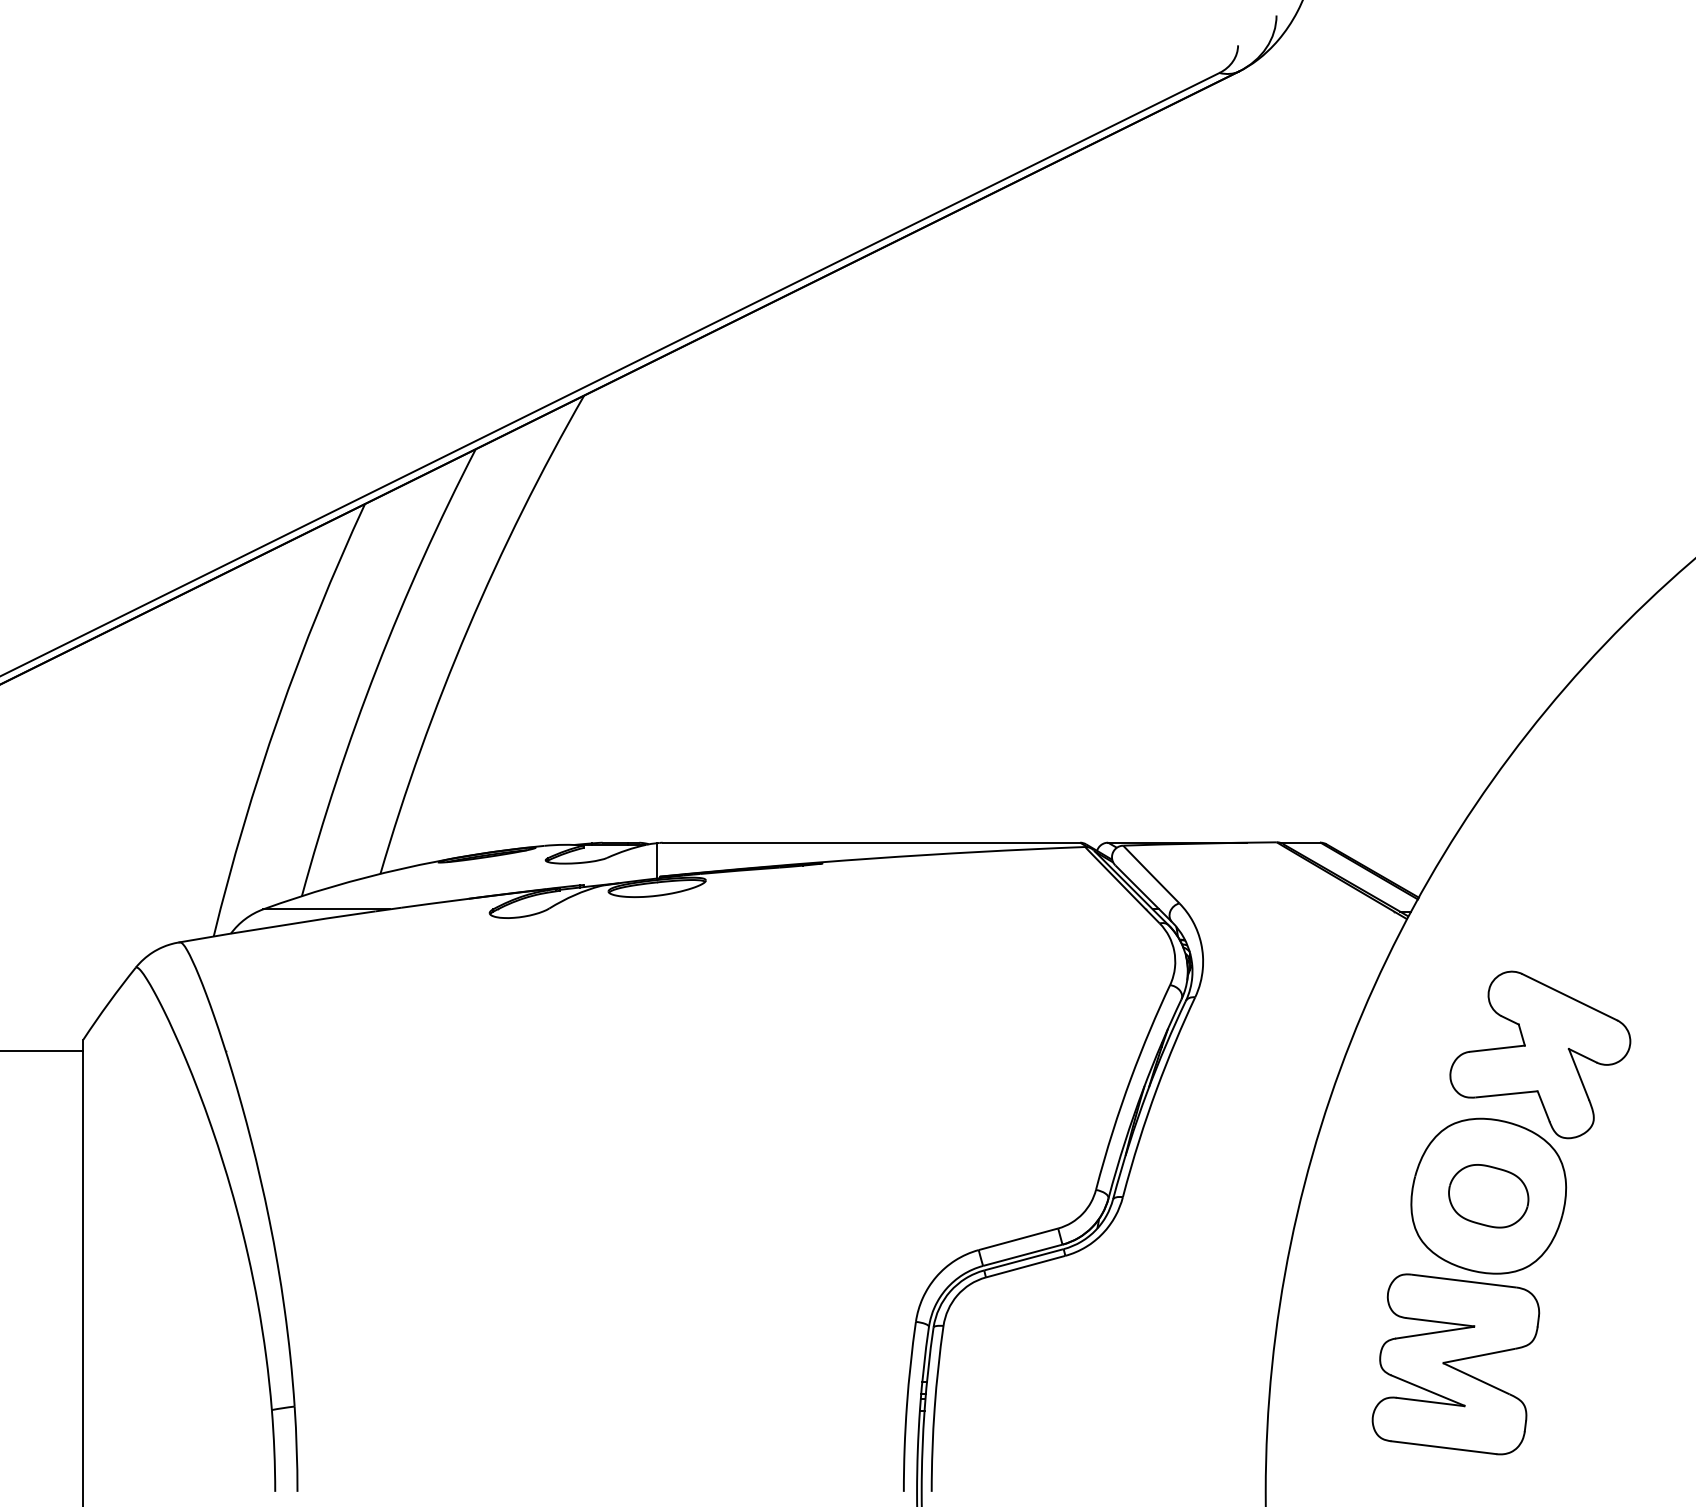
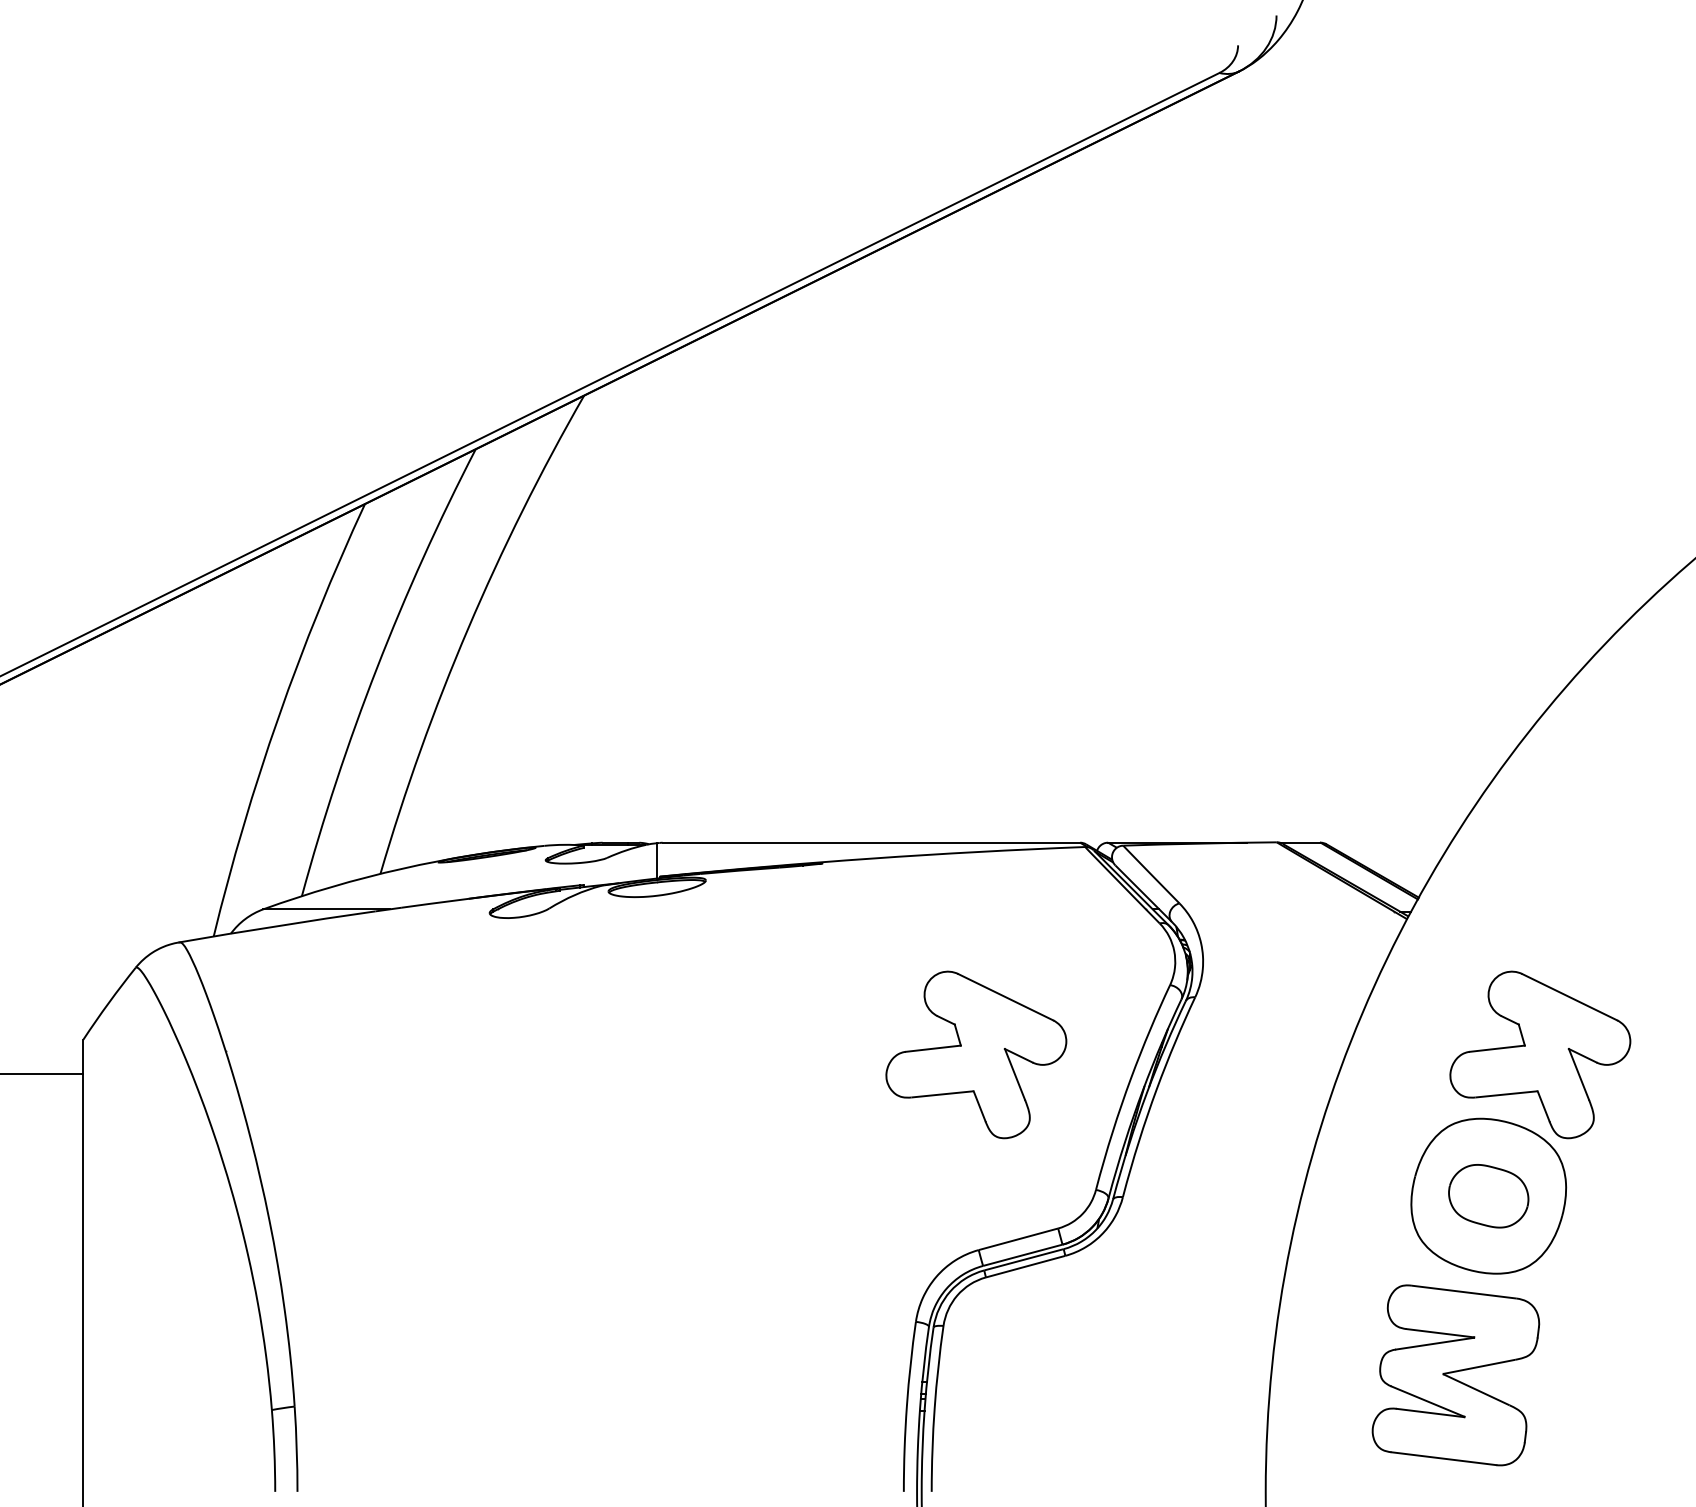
line at (42, 1051) position: (42, 1051) -> (42, 1074)
part at (976, 1054): none -> present
part at (1455, 1364) position: (1455, 1364) -> (1455, 1375)
